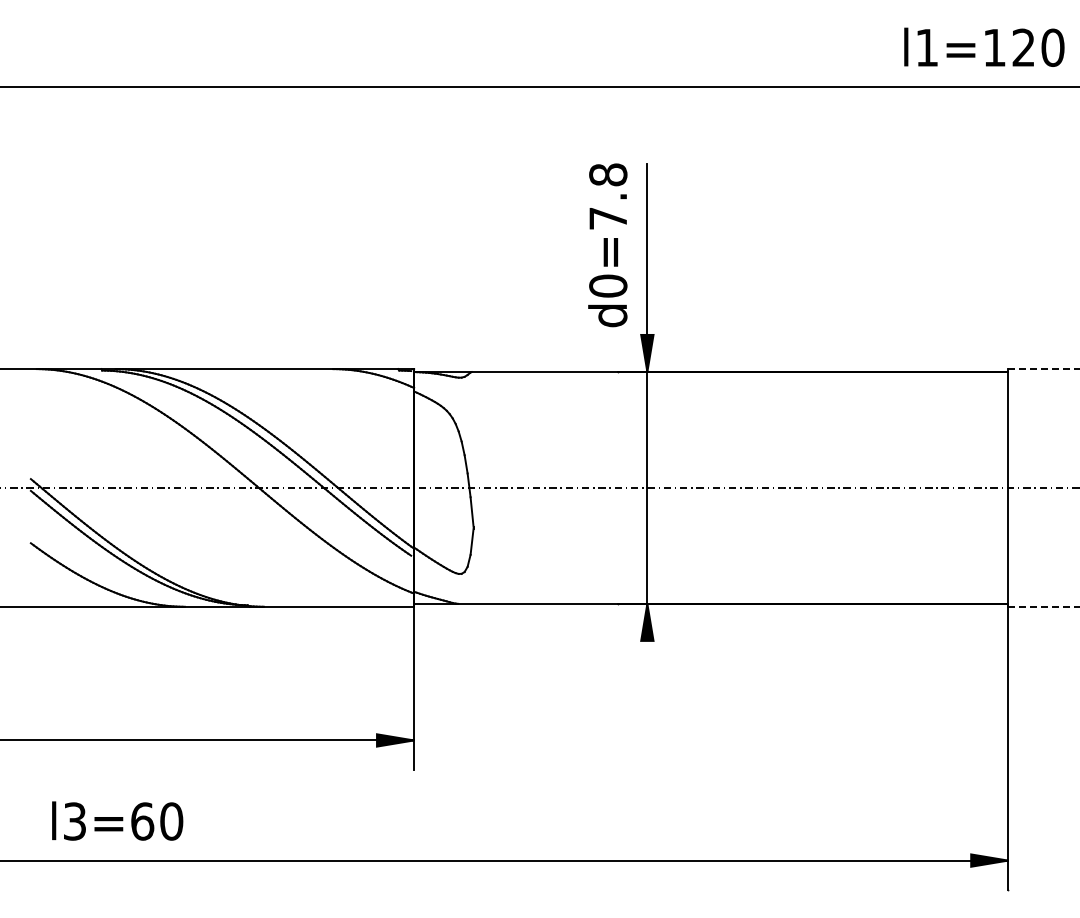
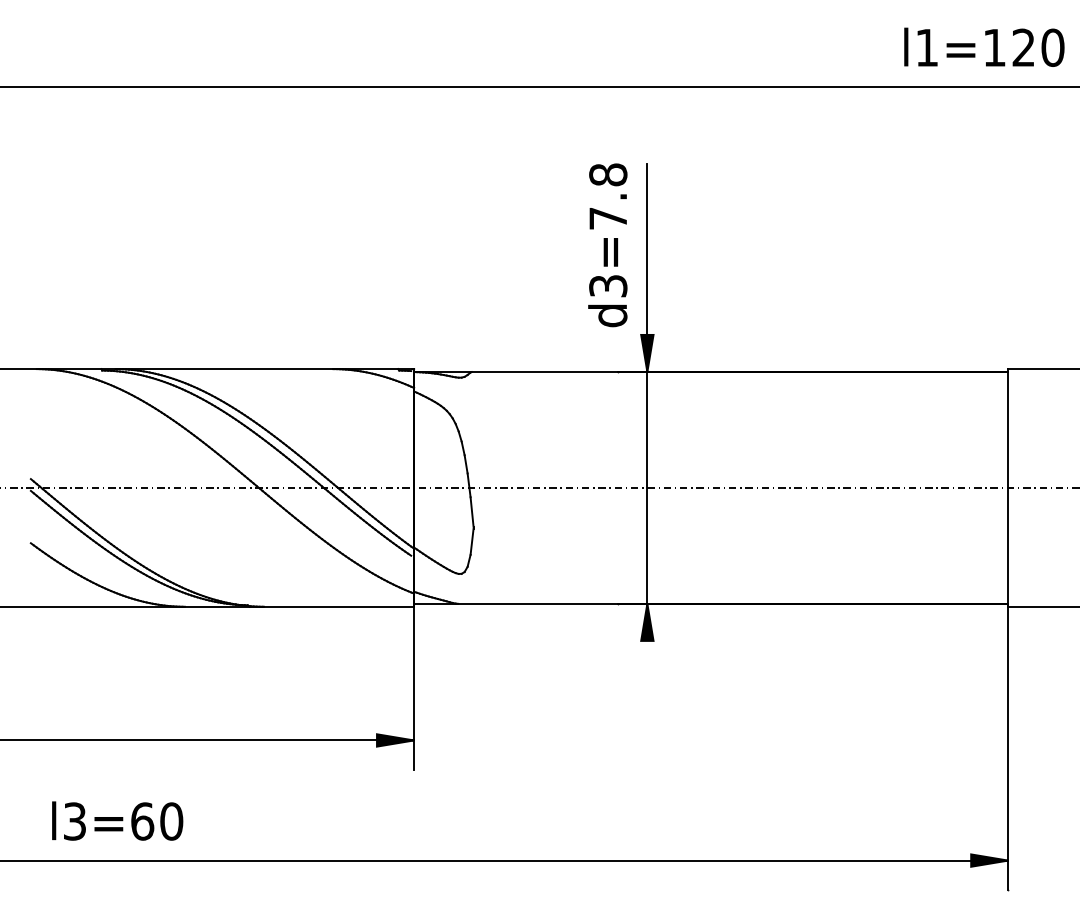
text at (608, 285): d0=7.8 -> d3=7.8
line at (1044, 369): dashed -> solid
line at (1044, 606): dashed -> solid
